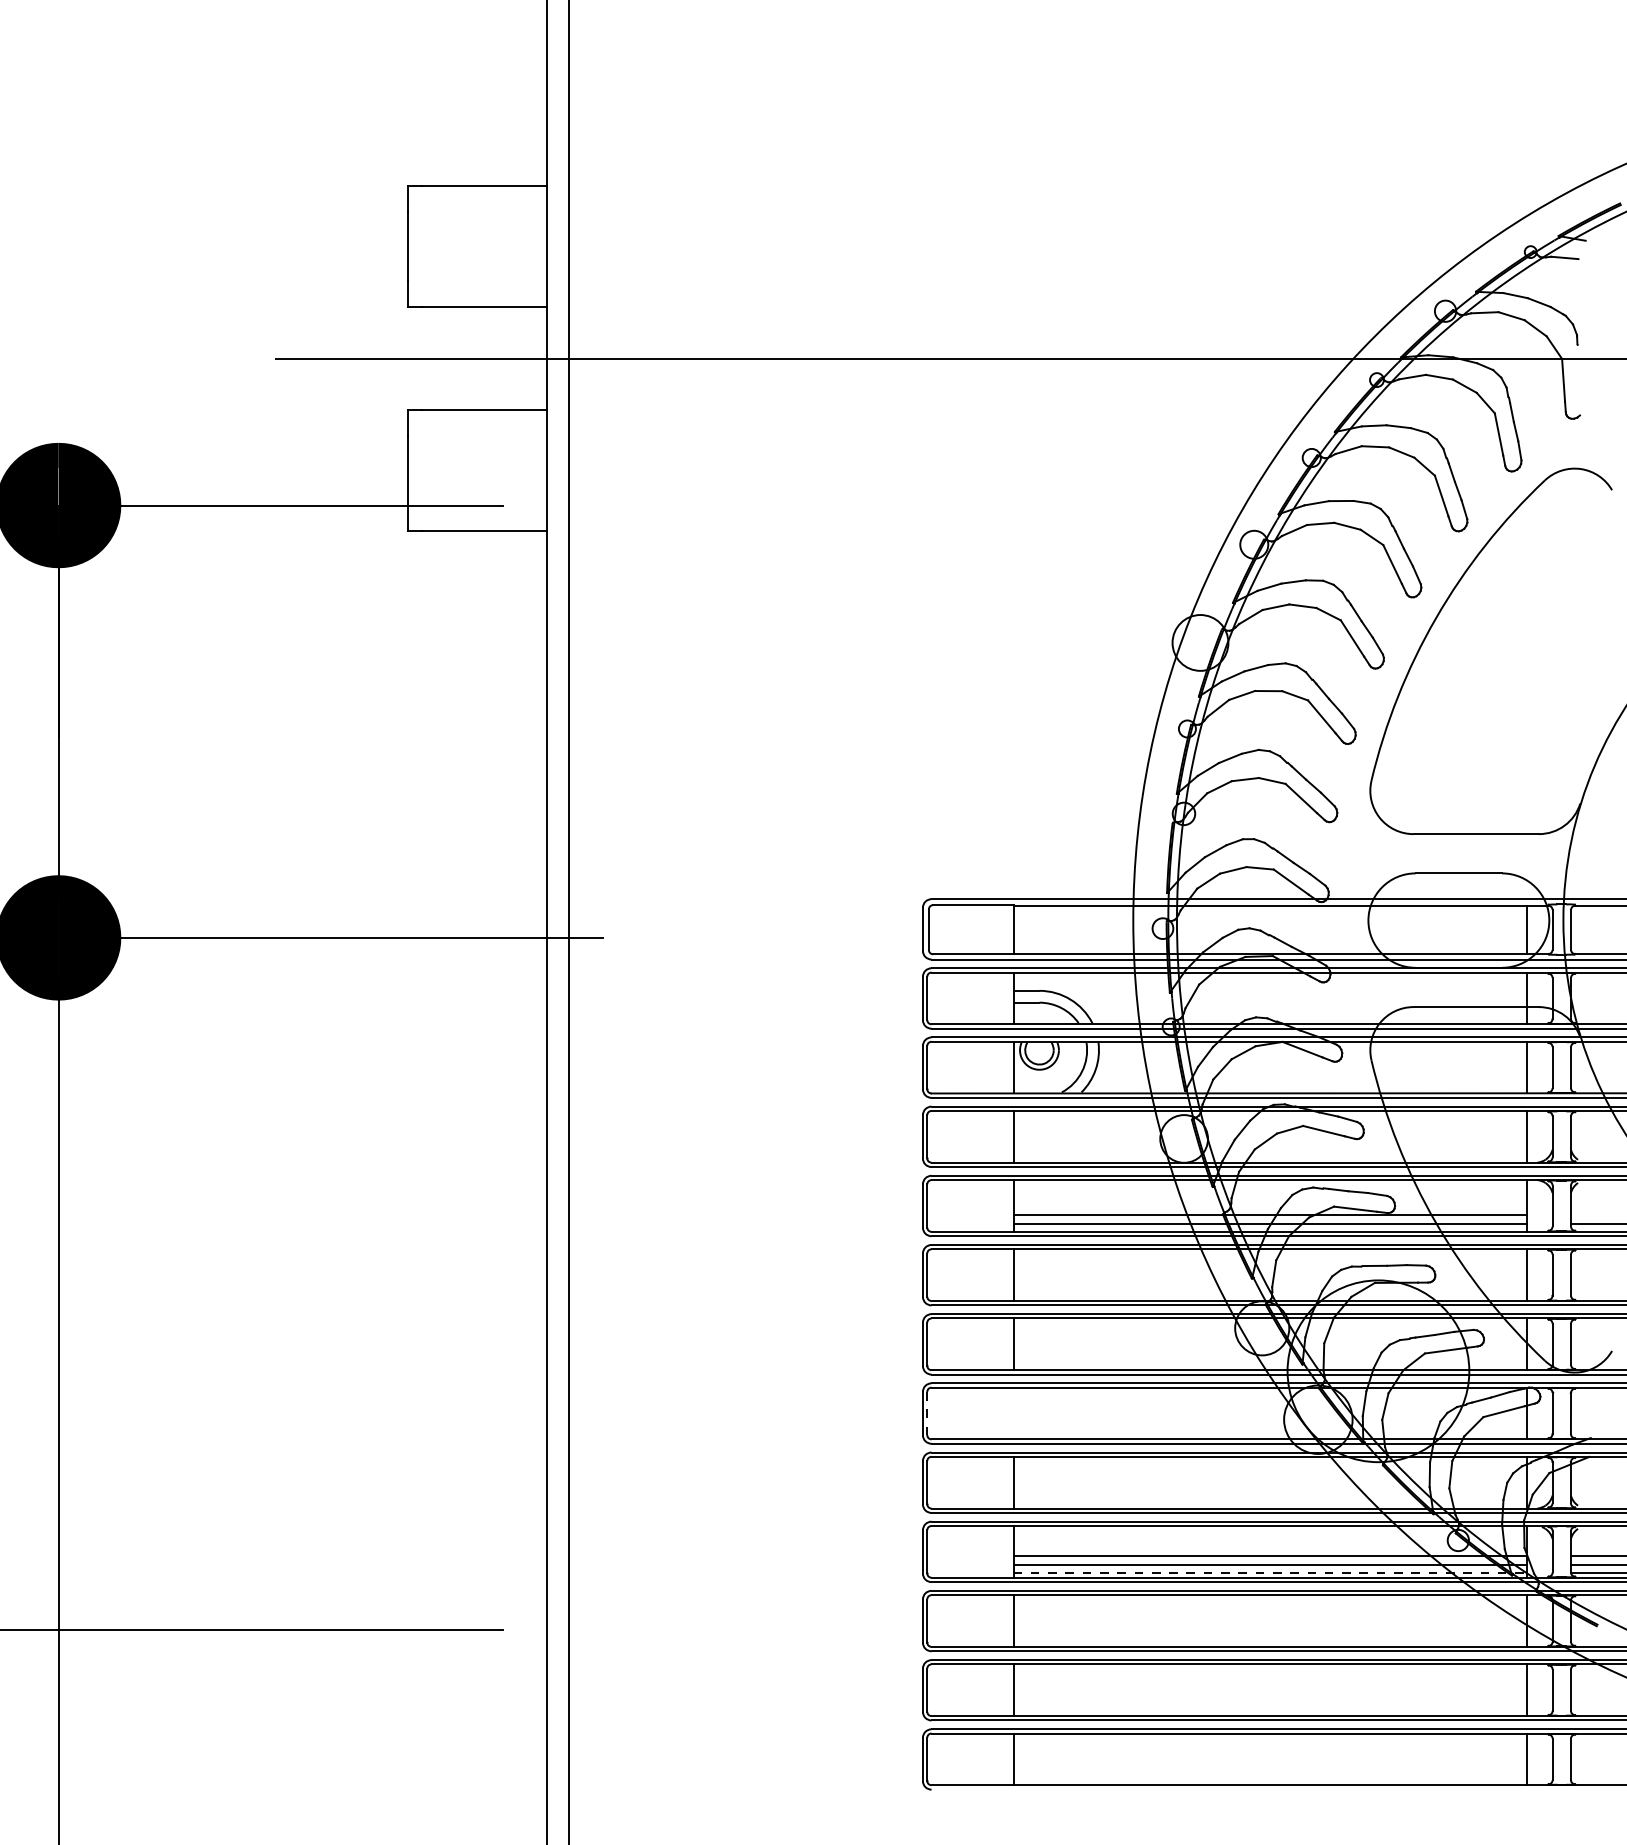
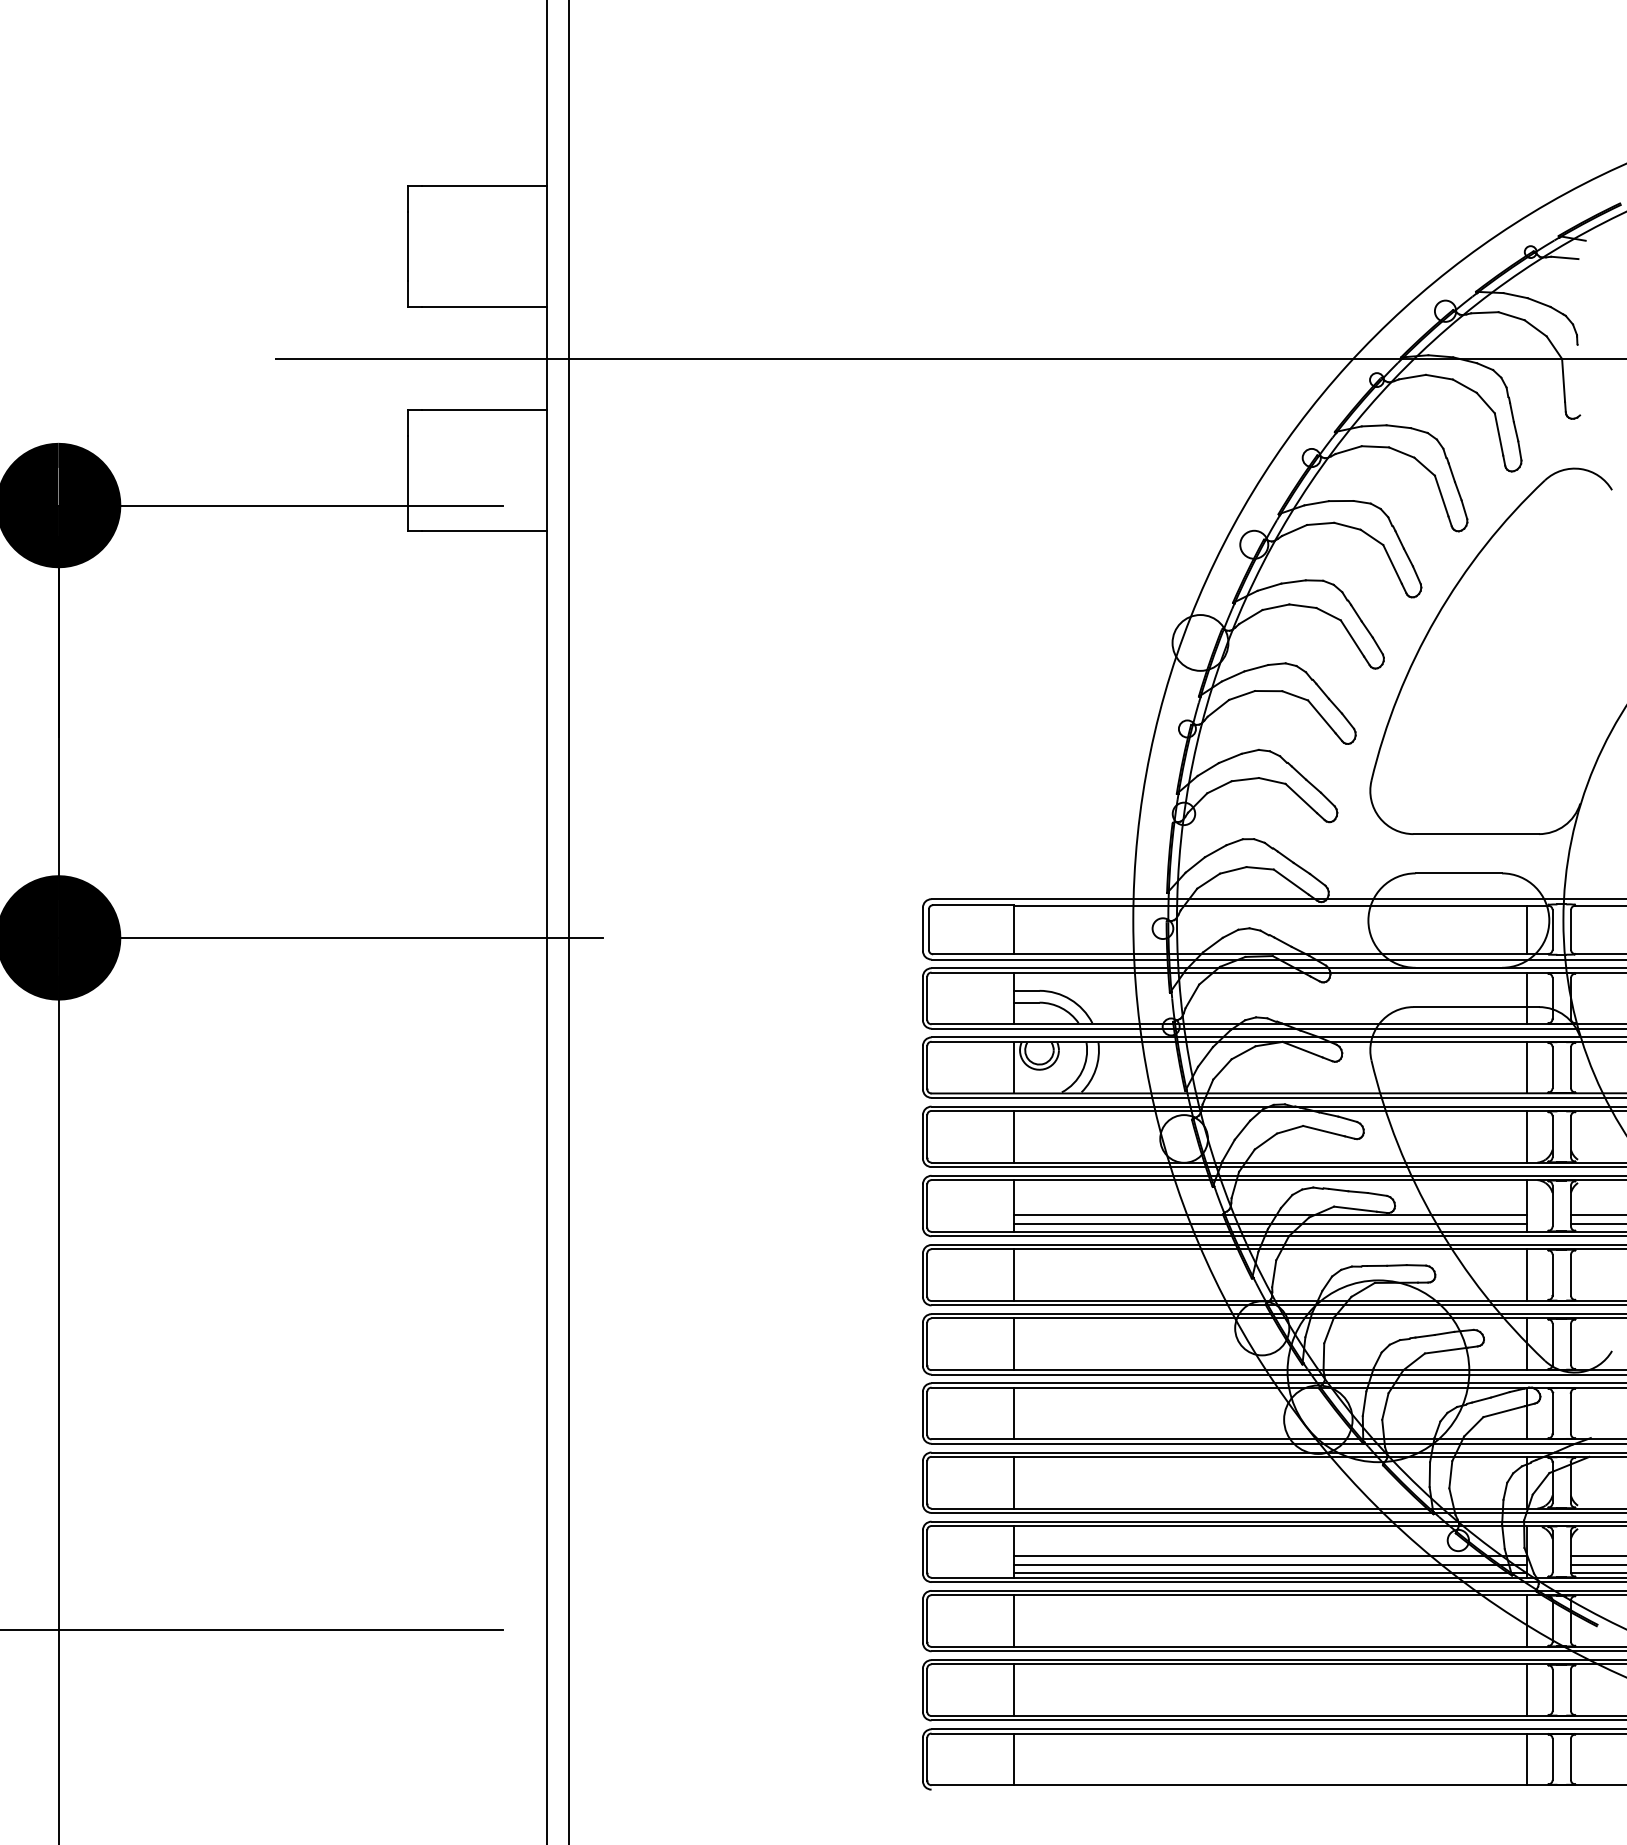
line at (1597, 1214): none -> present
line at (927, 1413): dashed -> solid
line at (1013, 1413): none -> present
line at (1270, 1573): dashed -> solid
